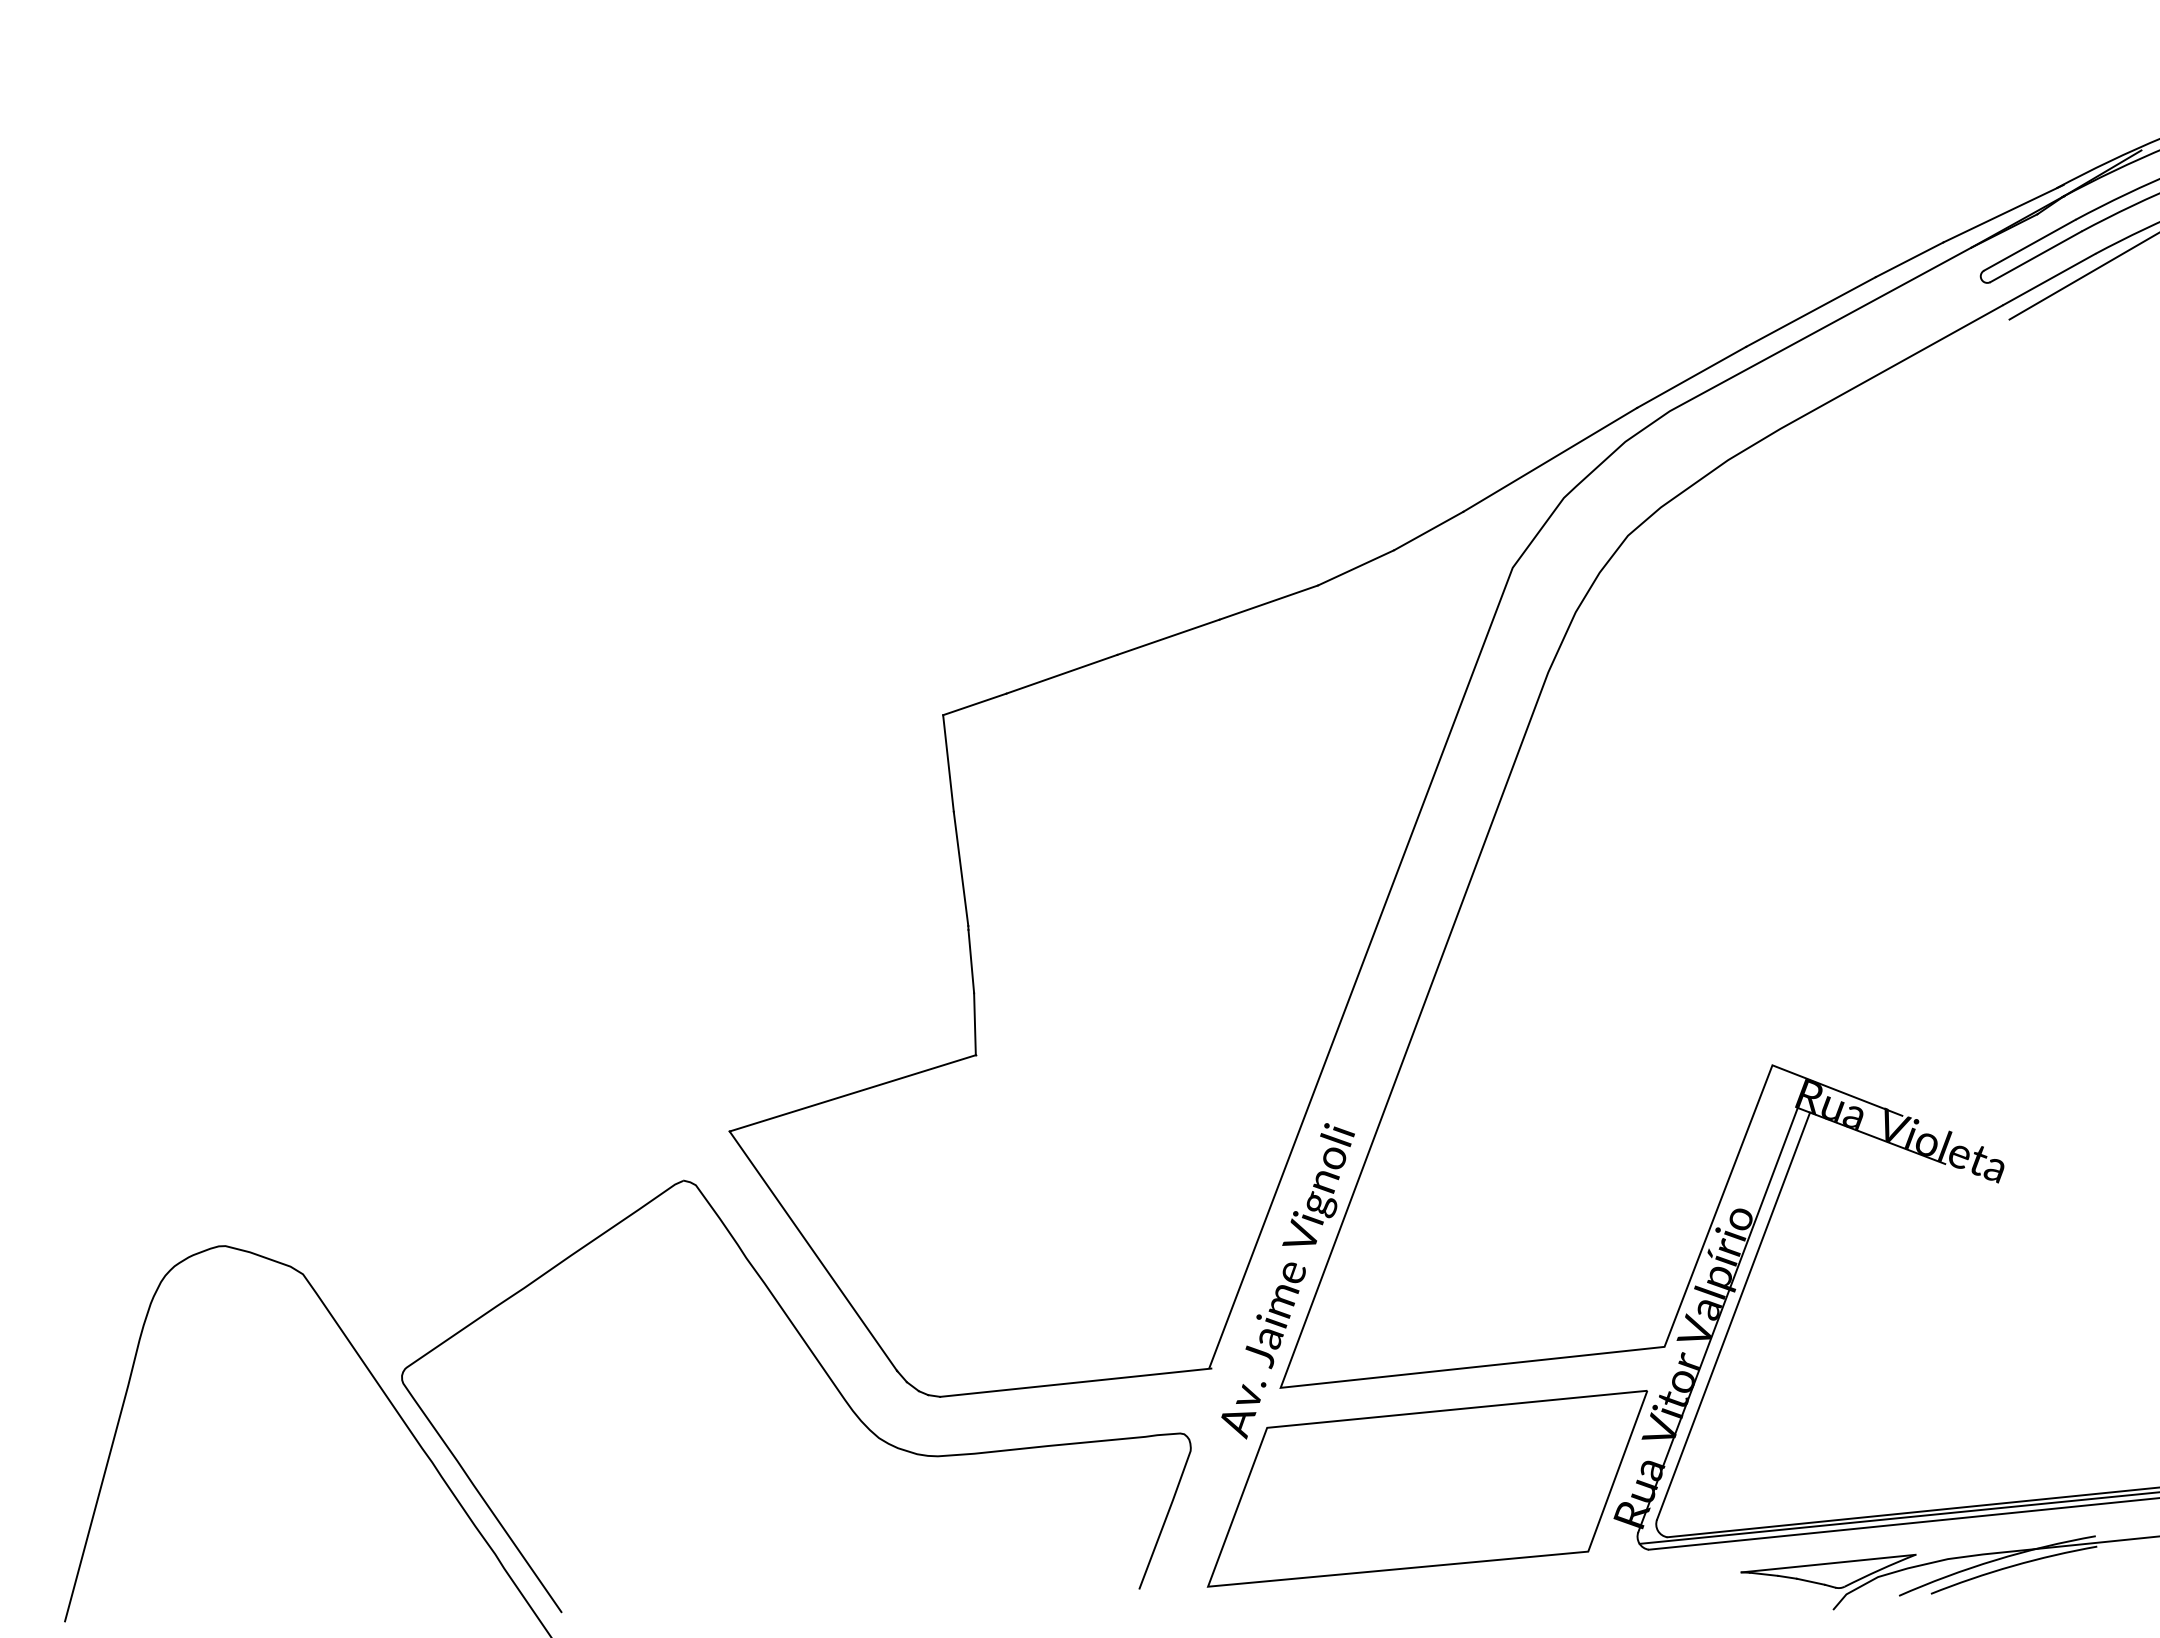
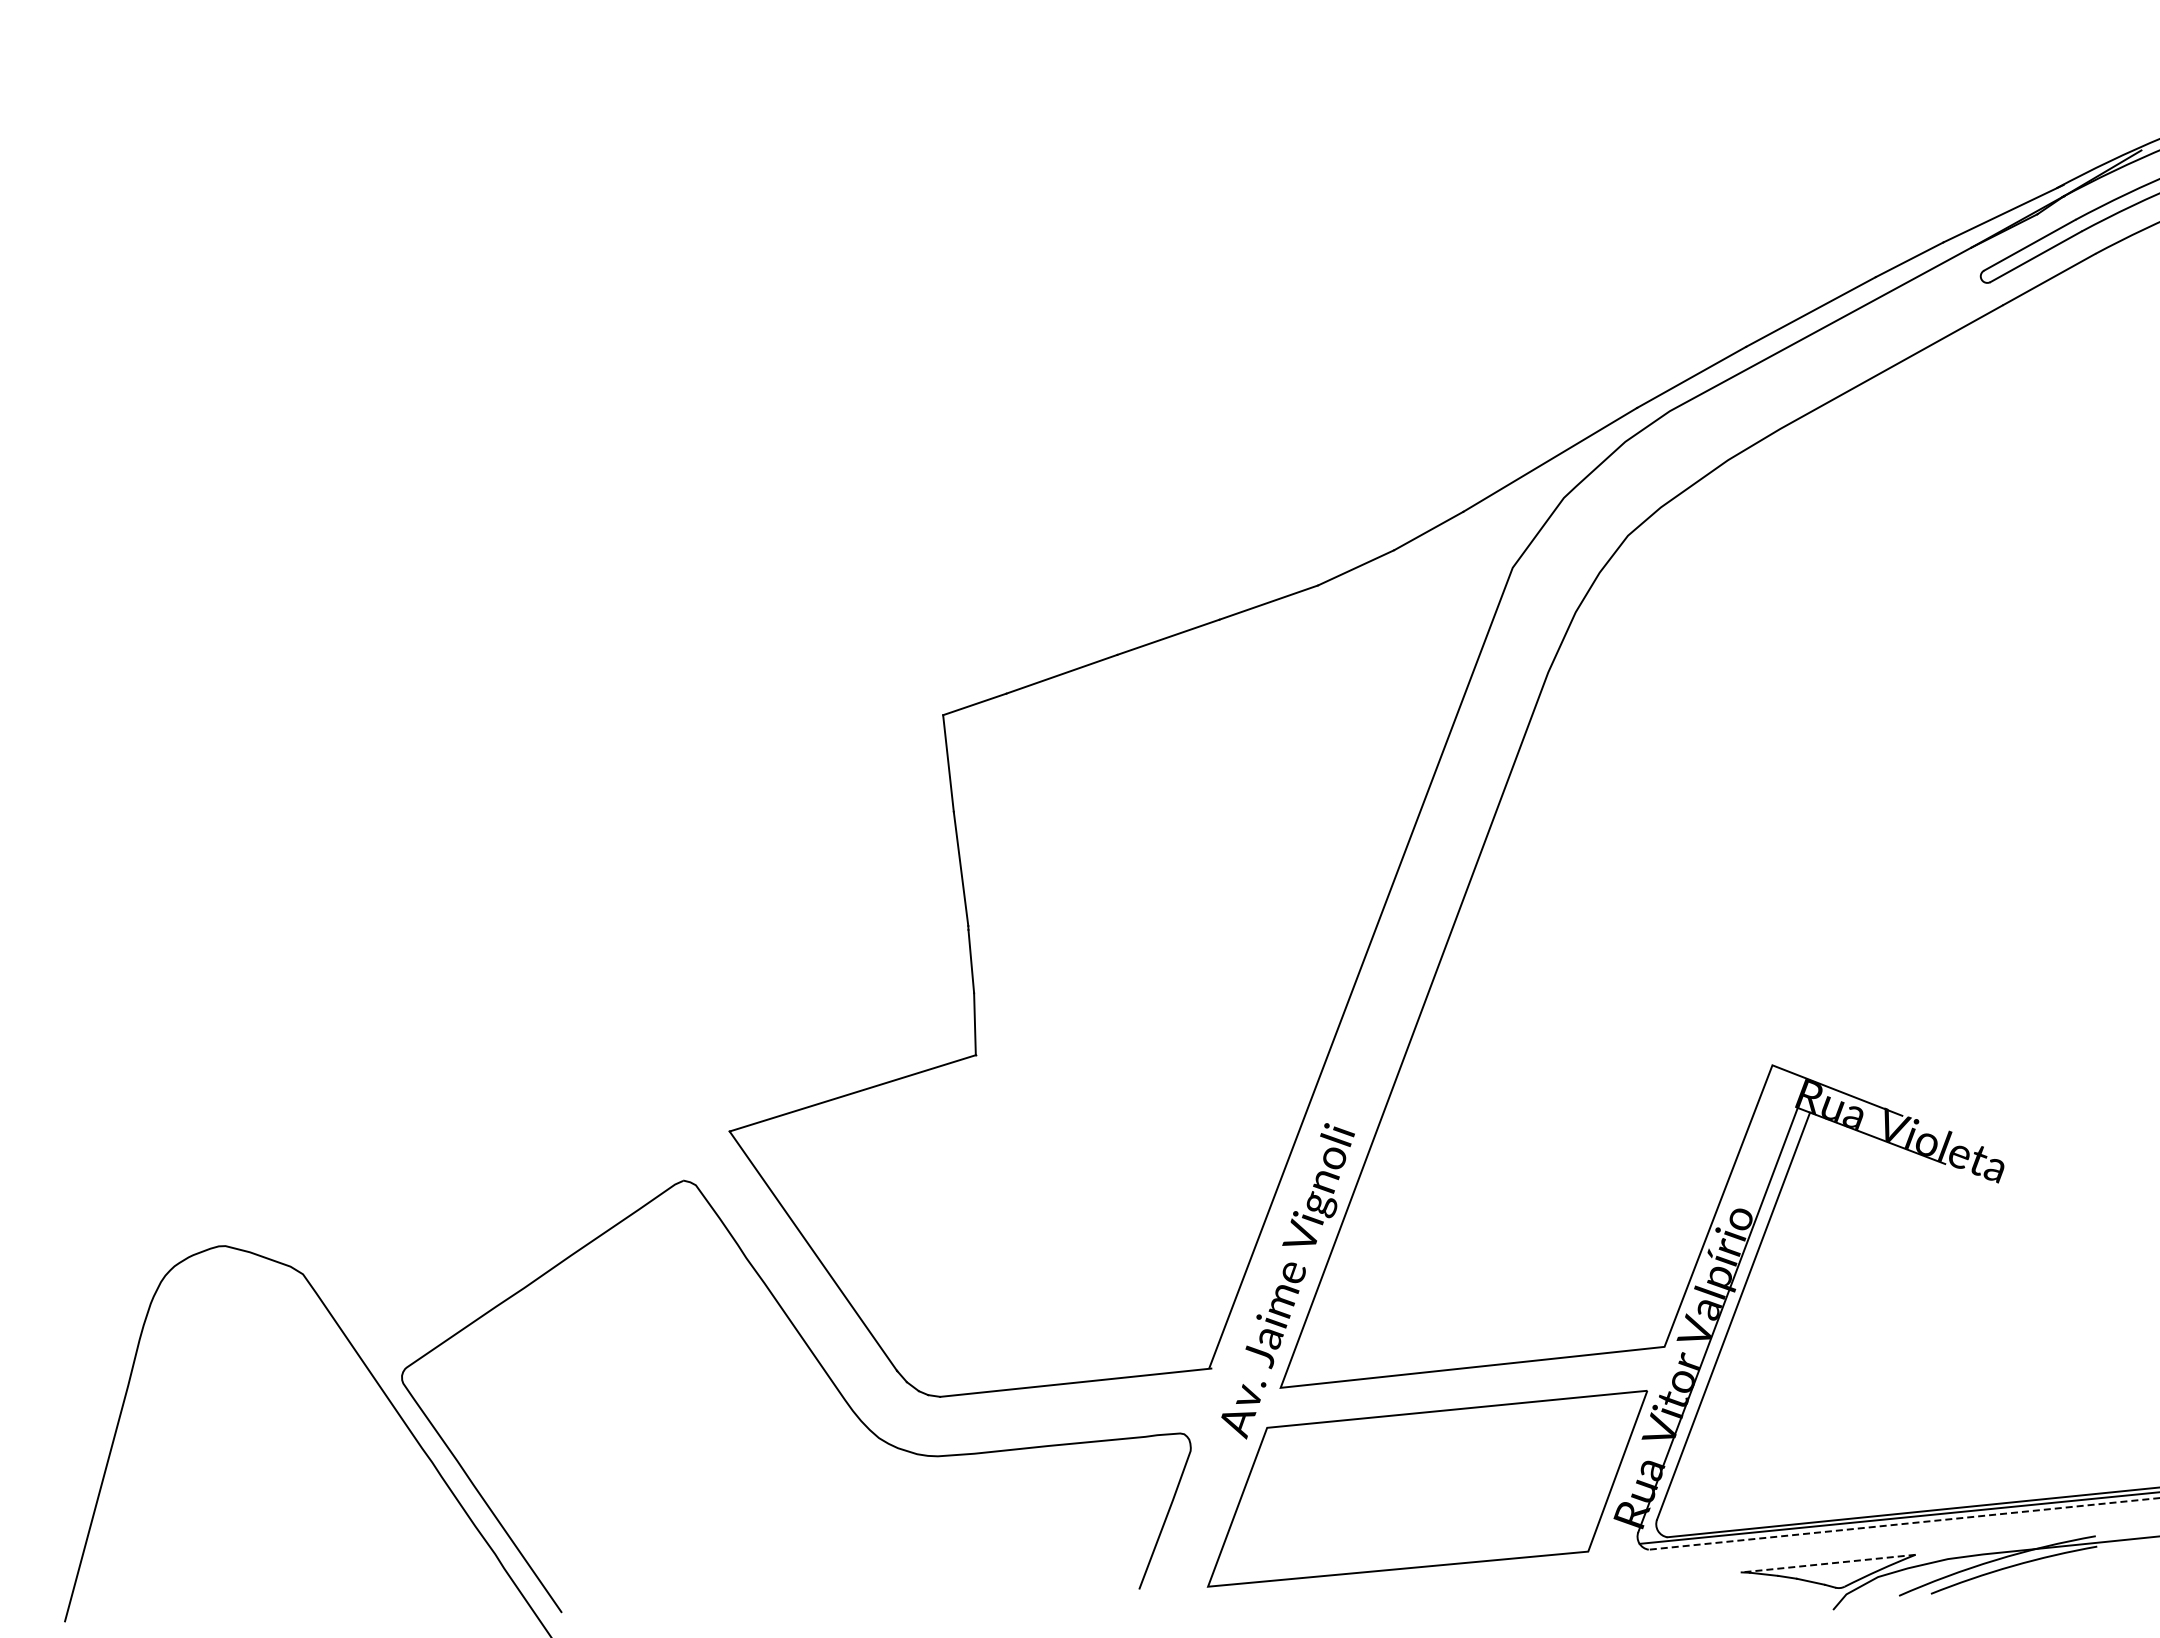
line at (2082, 276): present -> none
line at (1904, 1523): solid -> dashed
line at (1828, 1563): solid -> dashed
